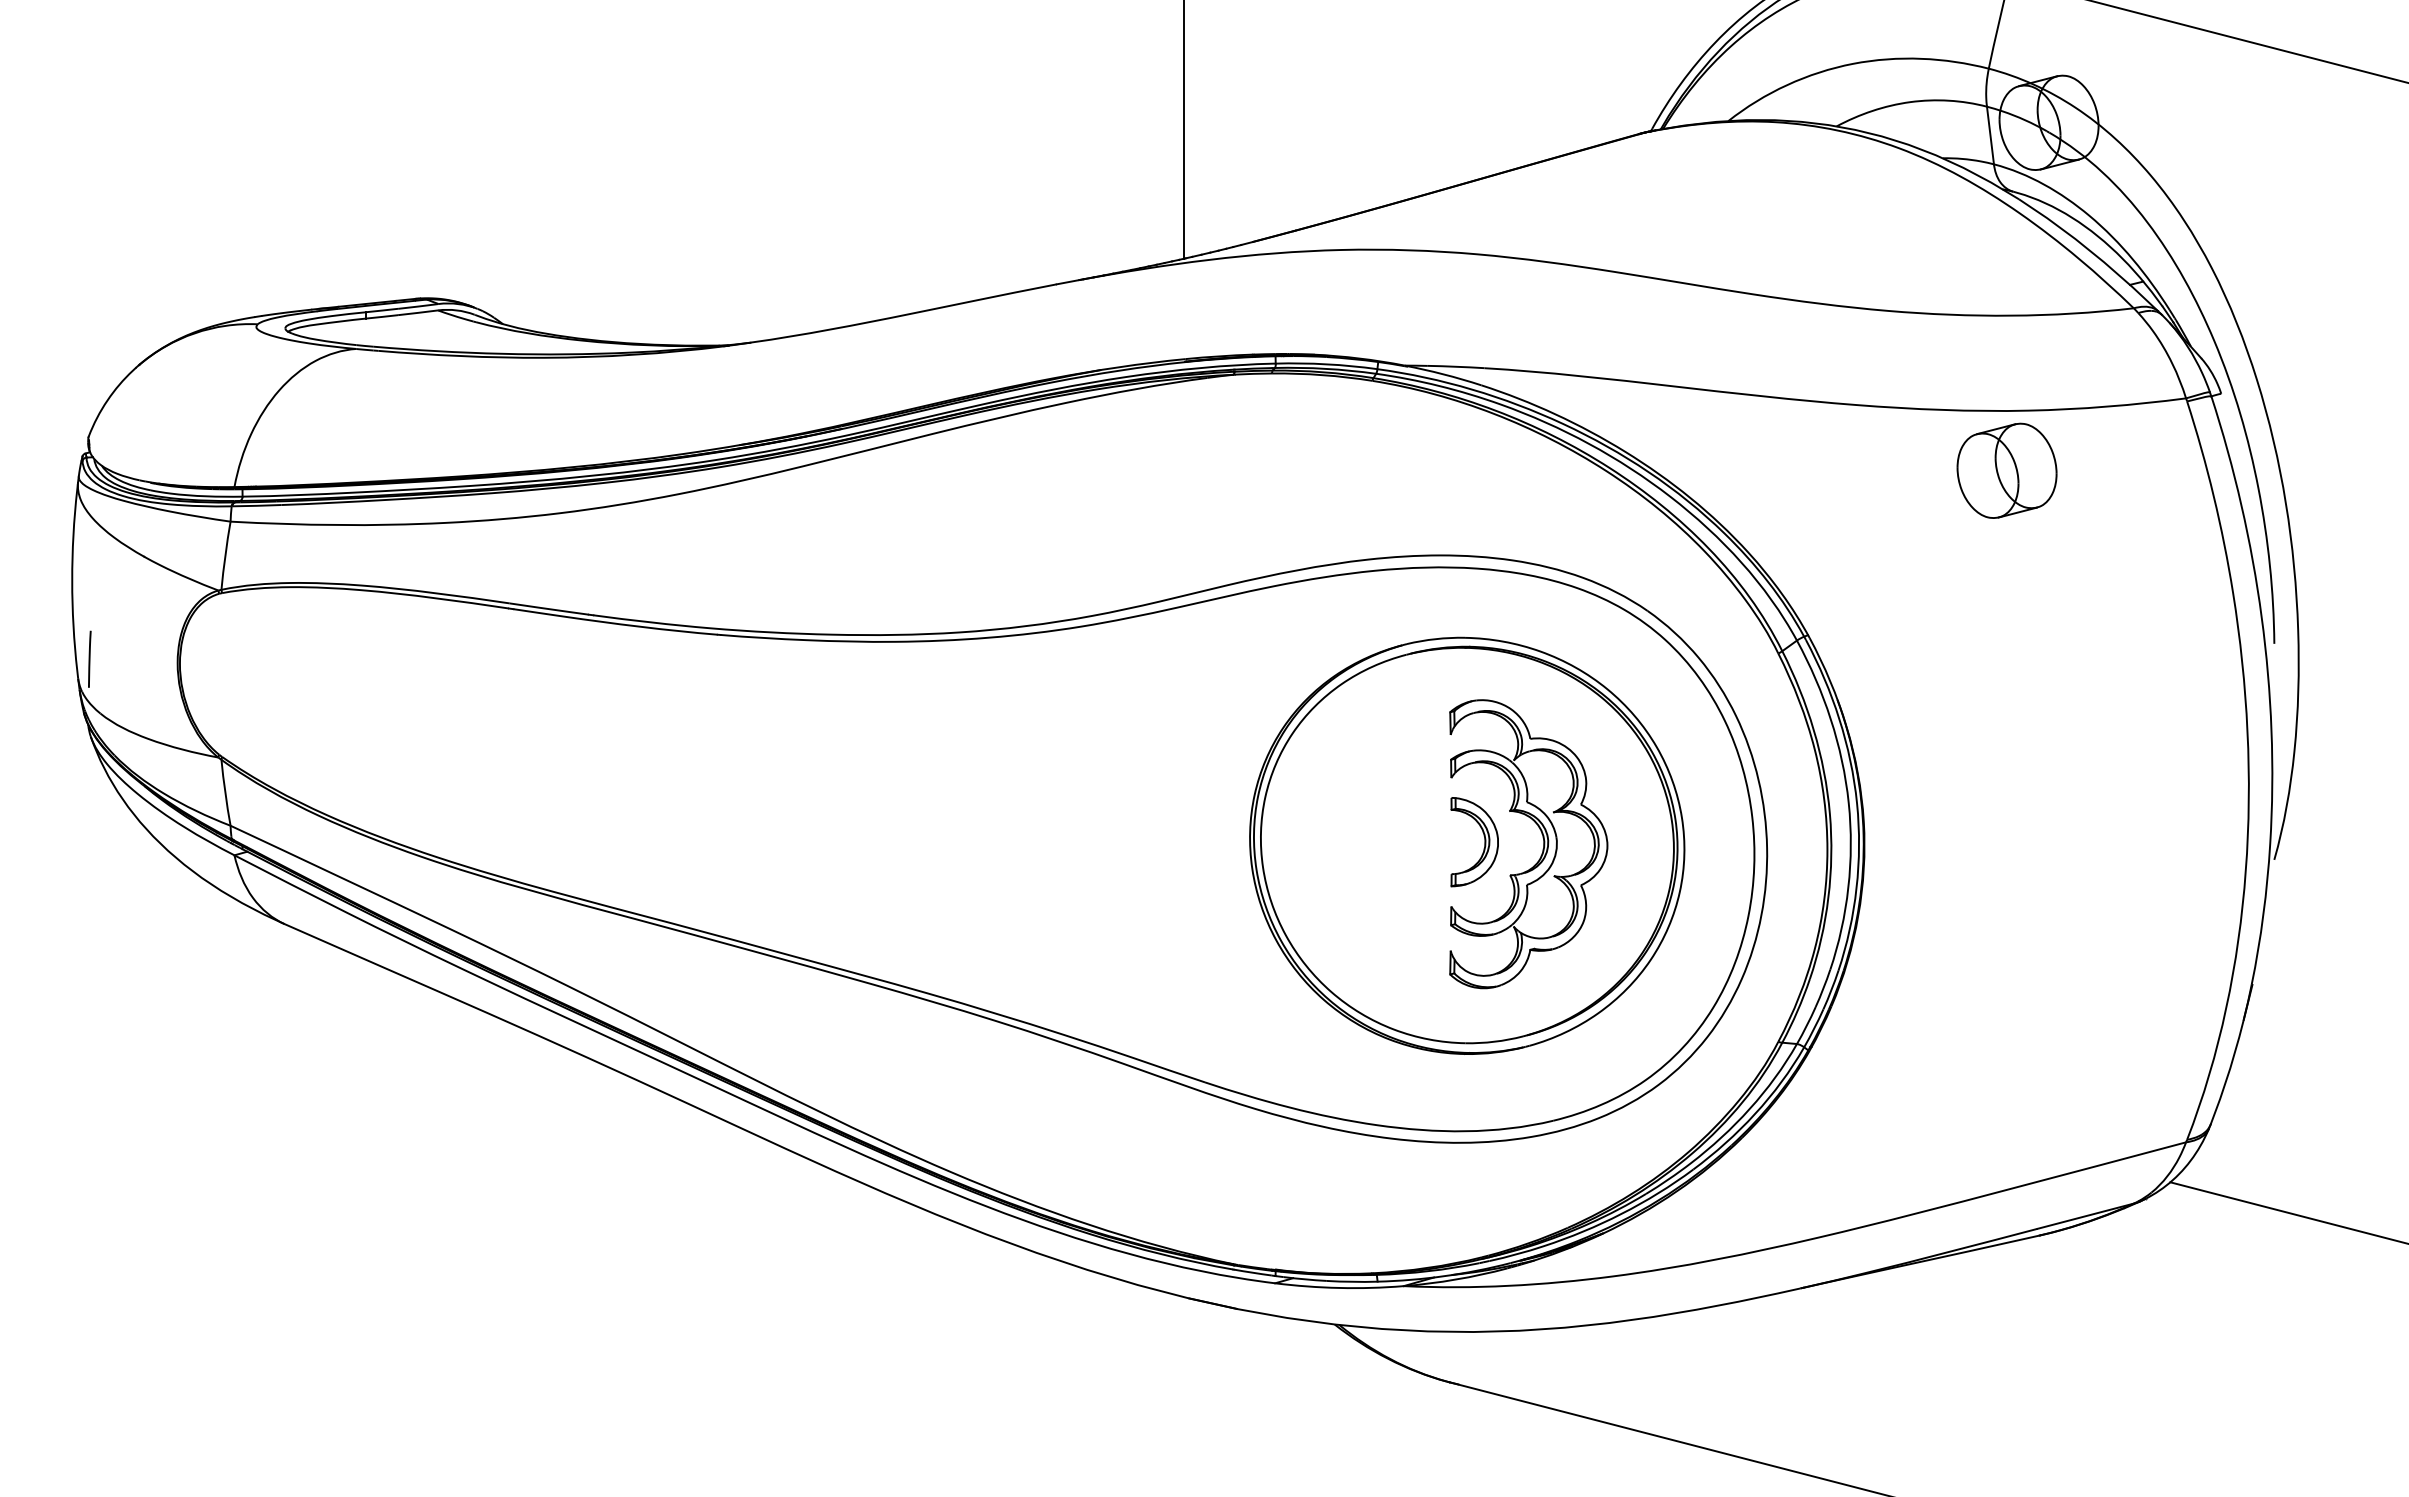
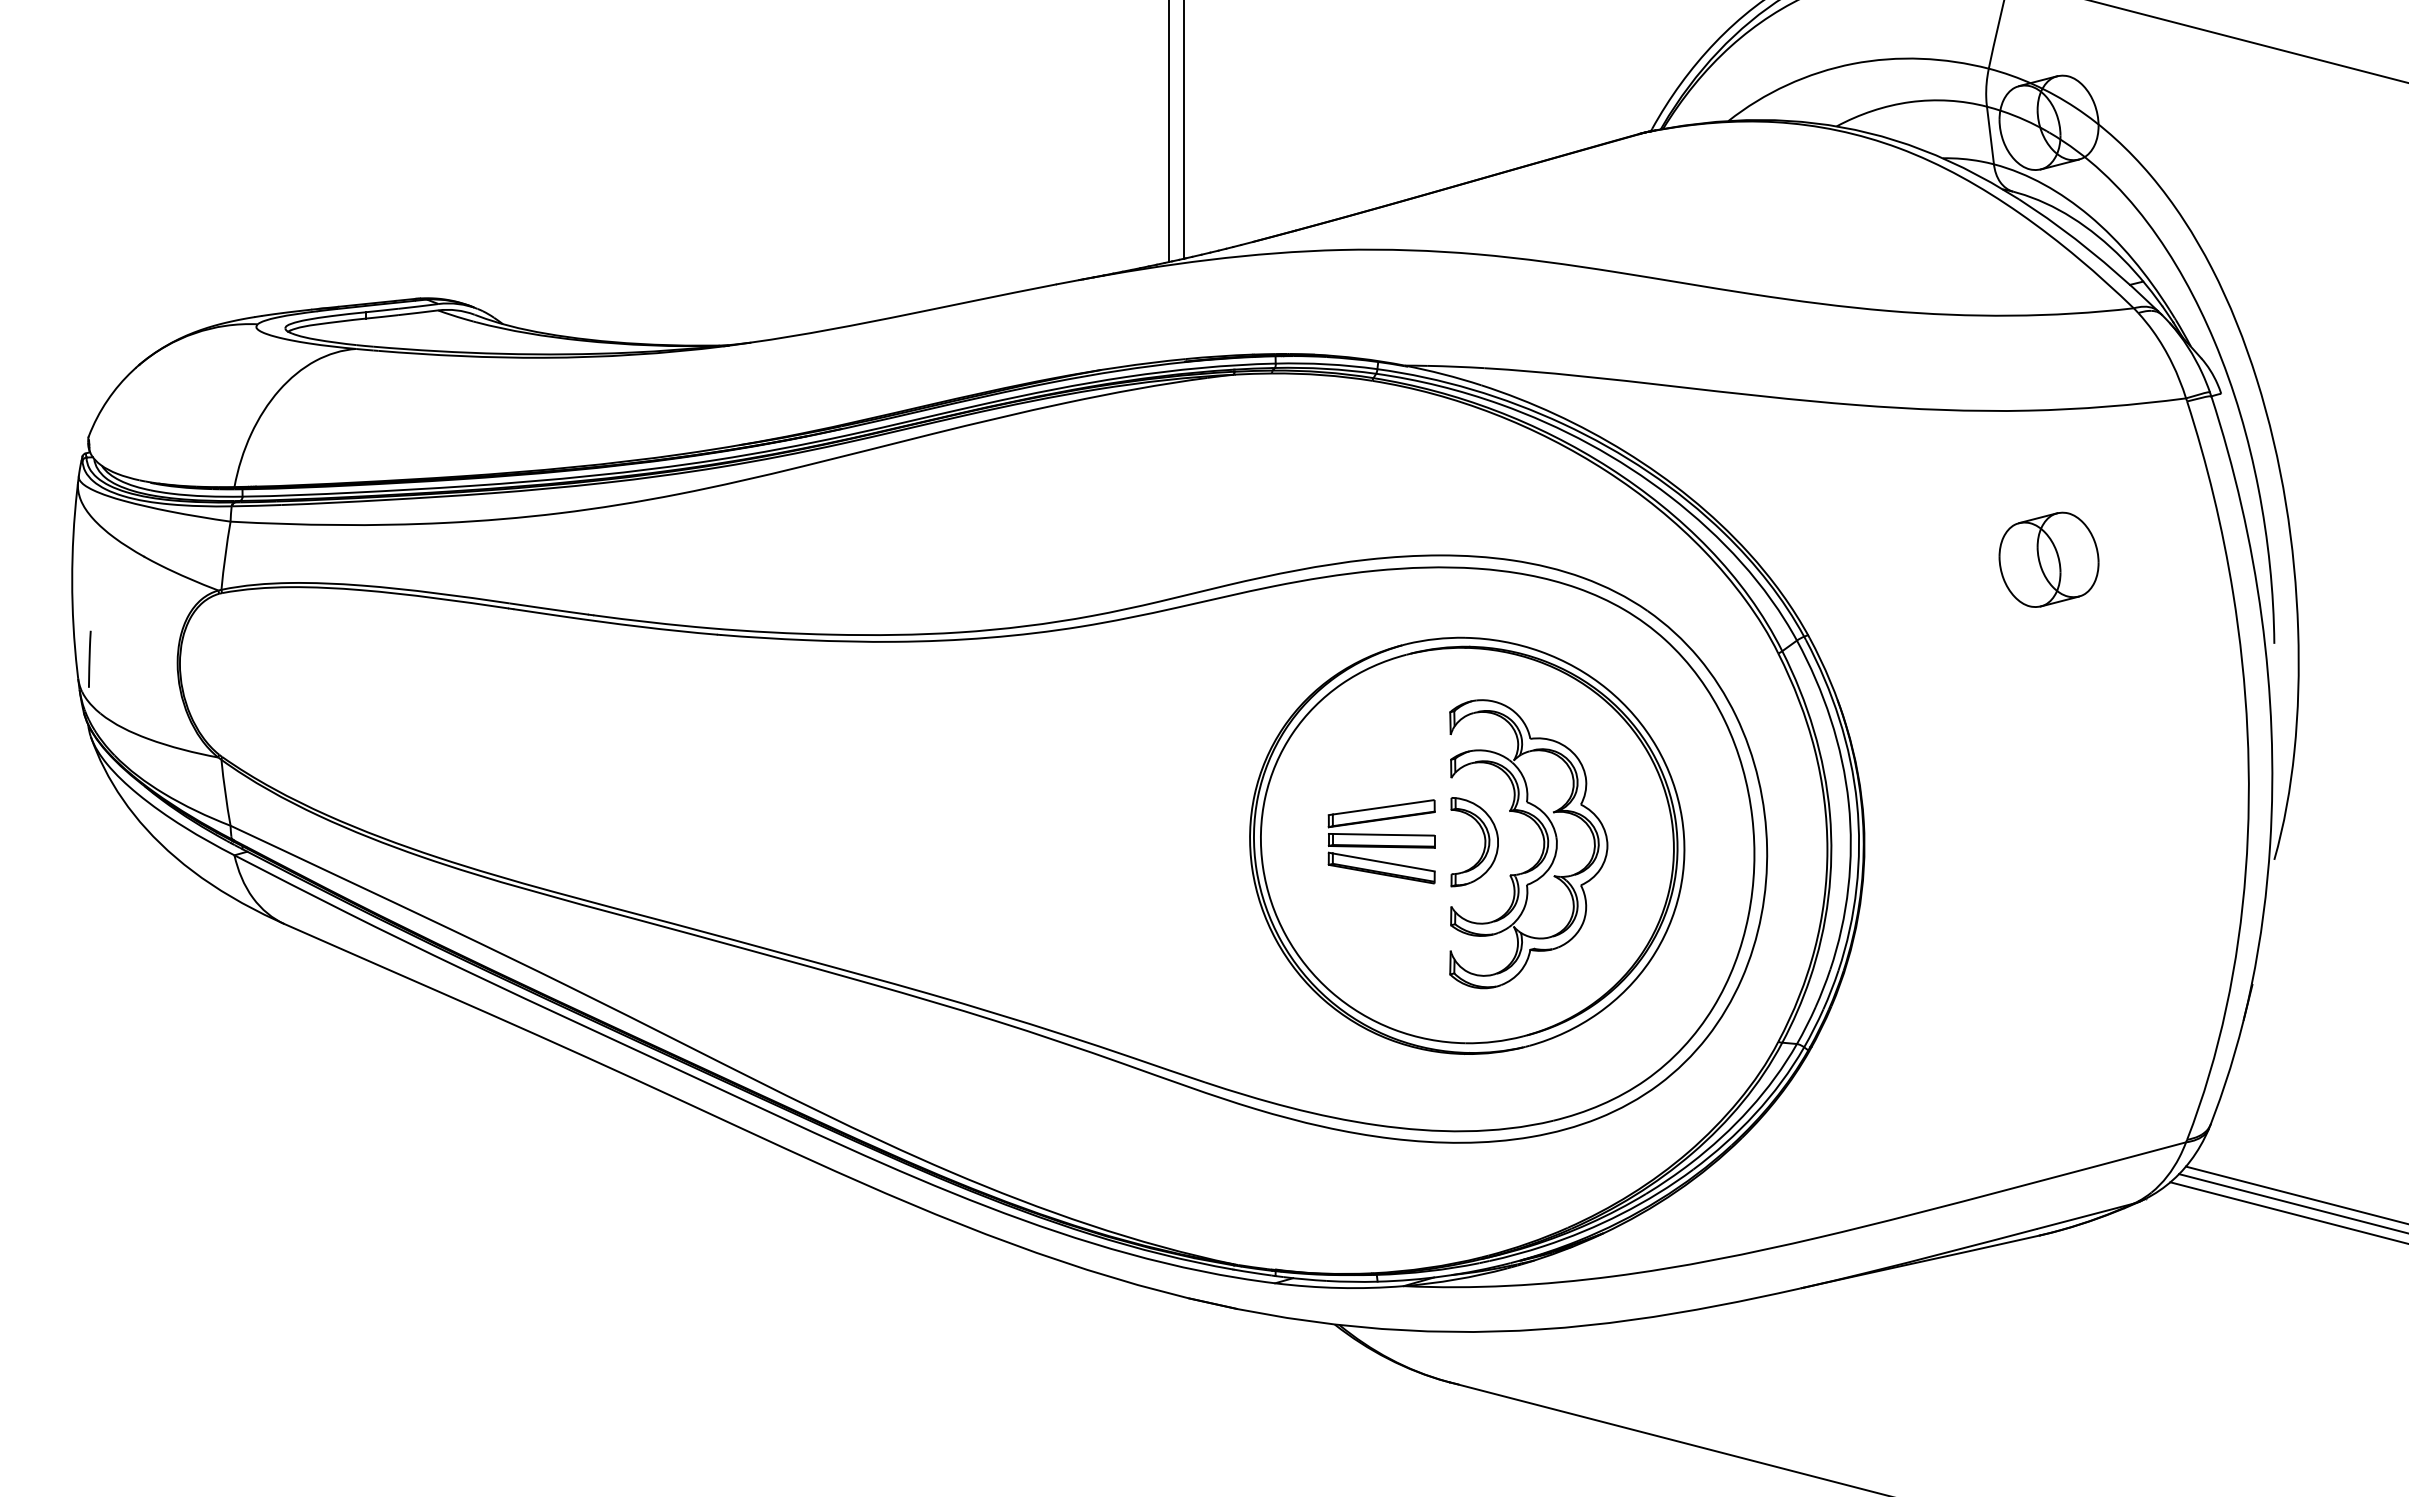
line at (1168, 132): none -> present
part at (2006, 470) position: (2006, 470) -> (2048, 559)
part at (1381, 841): none -> present
line at (2295, 1194): none -> present
line at (2292, 1203): none -> present
